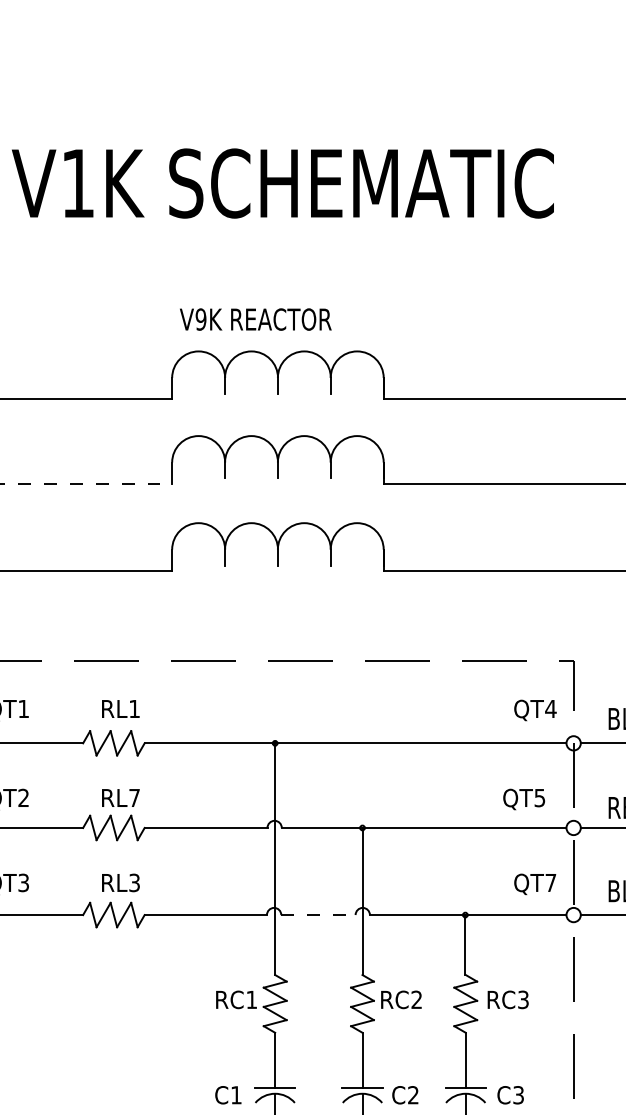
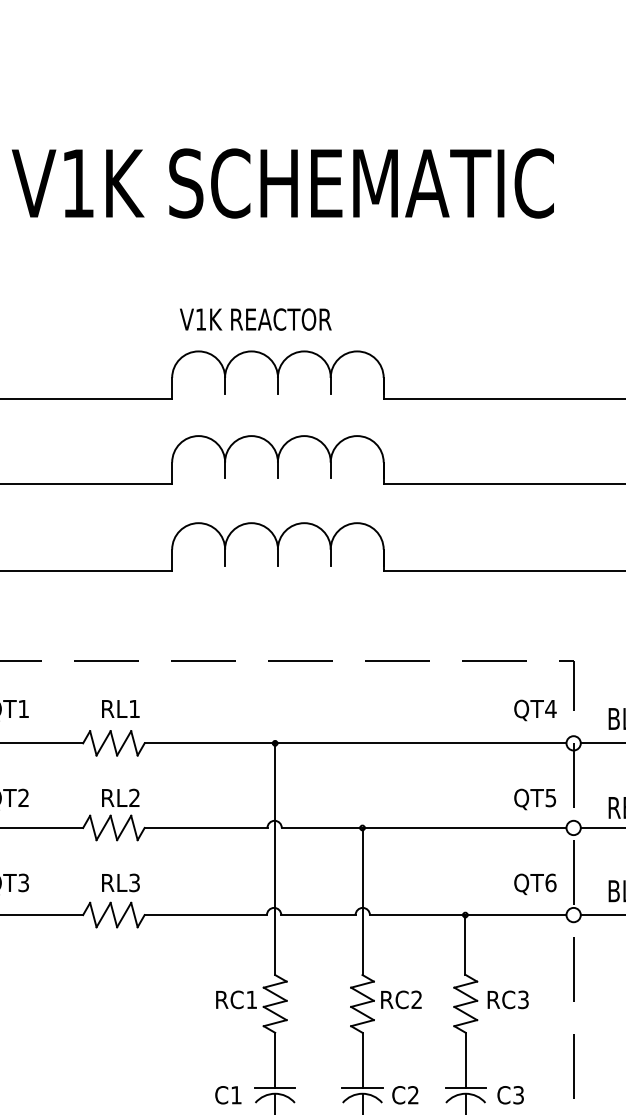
text at (200, 319): V9K -> V1K
line at (86, 483): dashed -> solid
text at (134, 797): RL7 -> RL2
text at (524, 799) position: (524, 799) -> (535, 799)
text at (550, 882): QT7 -> QT6
line at (319, 915): dashed -> solid
